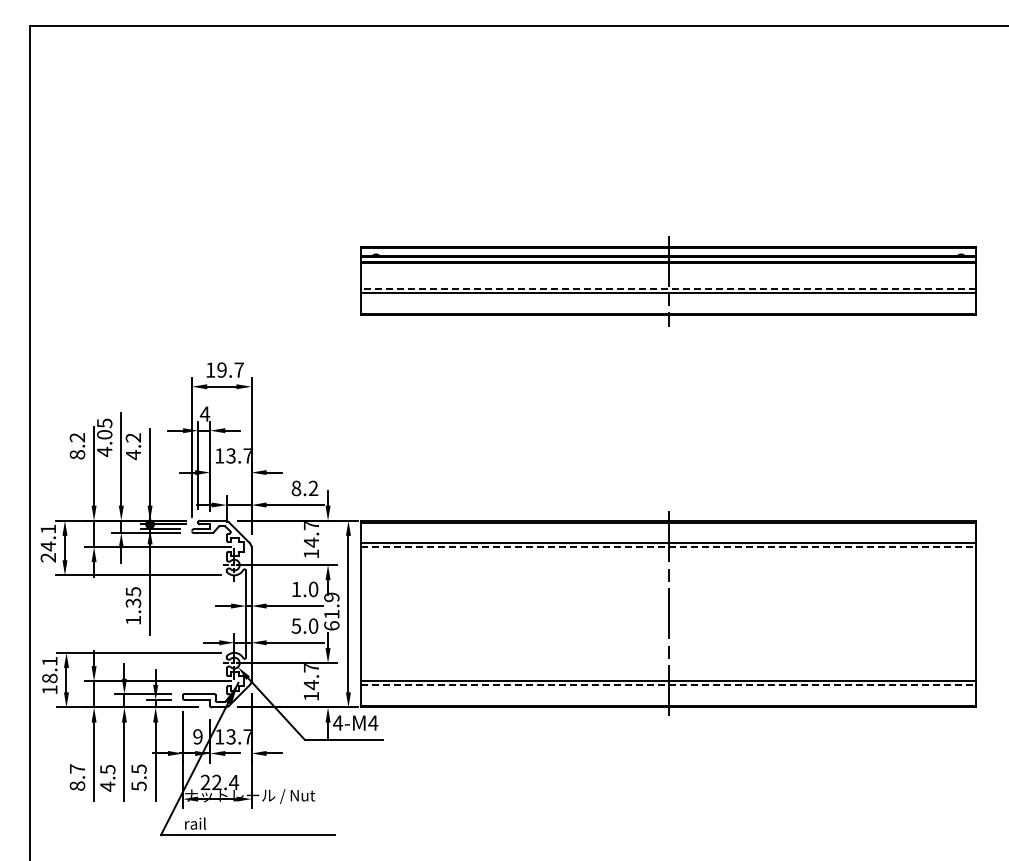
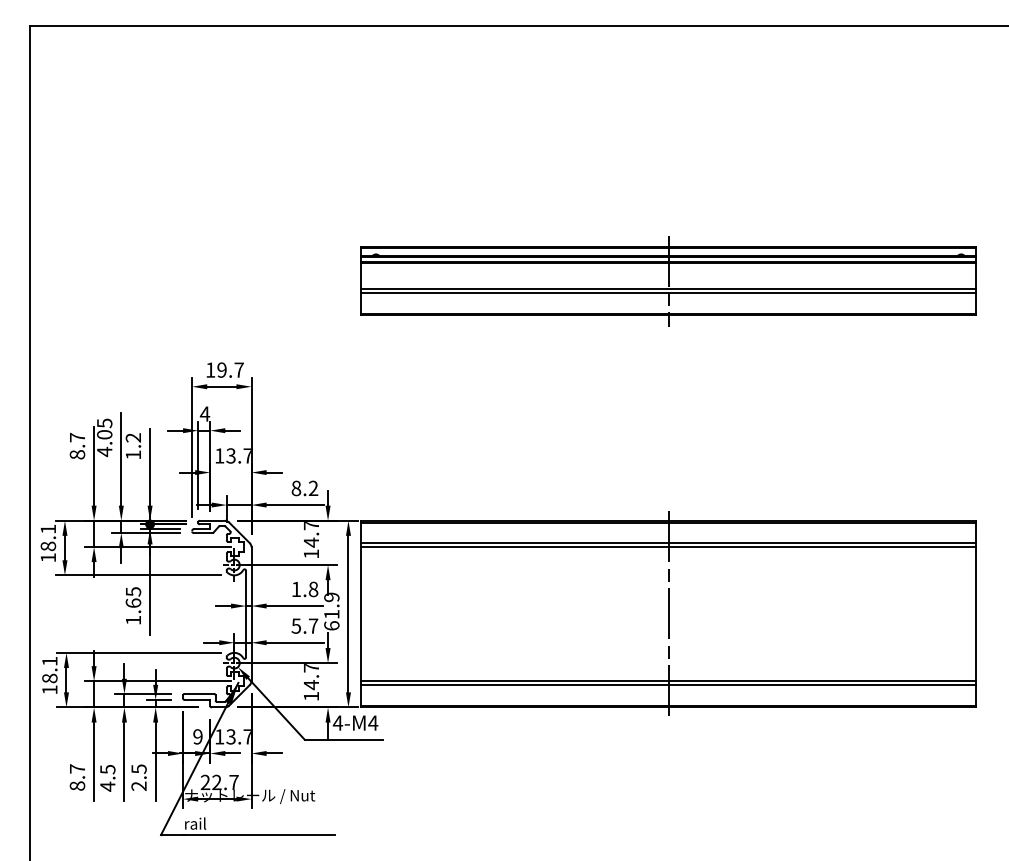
line at (668, 288): dashed -> solid
text at (76, 437): 8.2 -> 8.7
text at (133, 455): 4.2 -> 1.2
line at (668, 547): dashed -> solid
text at (48, 551): 24.1 -> 18.1
text at (313, 589): 1.0 -> 1.8
text at (133, 603): 1.35 -> 1.65
text at (313, 625): 5.0 -> 5.7
line at (668, 685): dashed -> solid
text at (233, 782): 22.4 -> 22.7
text at (138, 786): 5.5 -> 2.5
